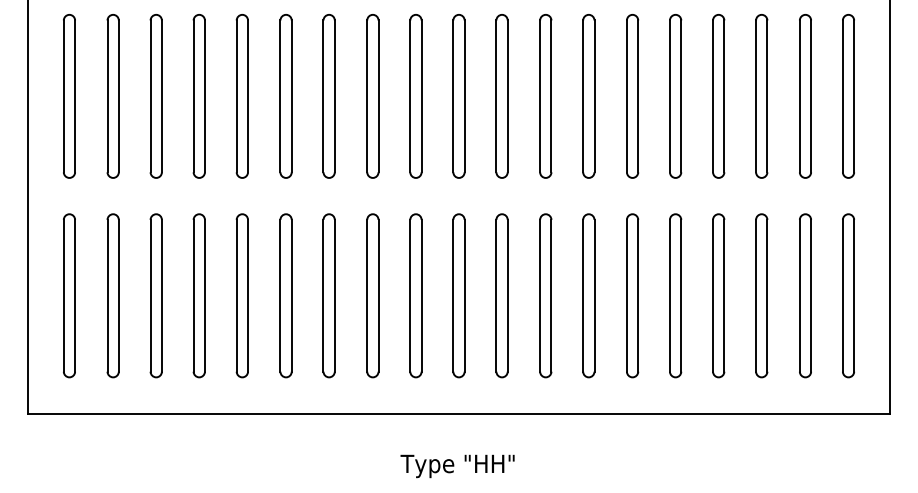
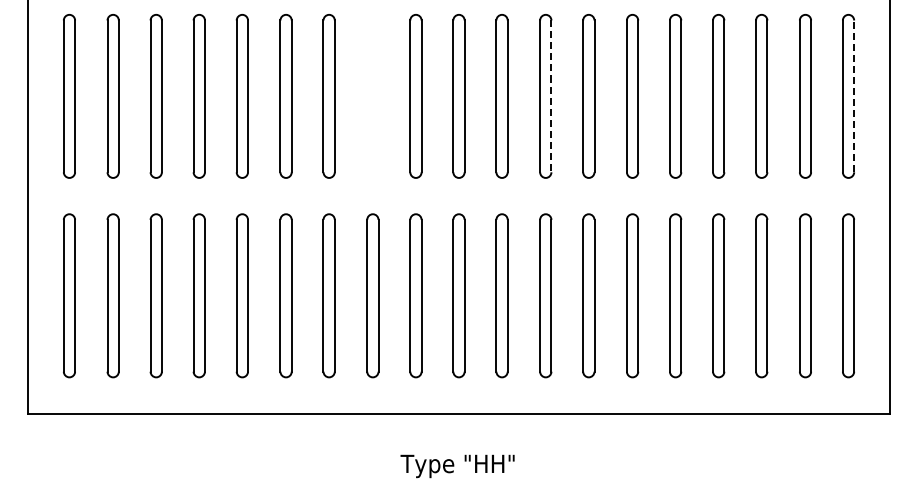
part at (372, 96): present -> none
line at (551, 96): solid -> dashed
line at (854, 96): solid -> dashed
